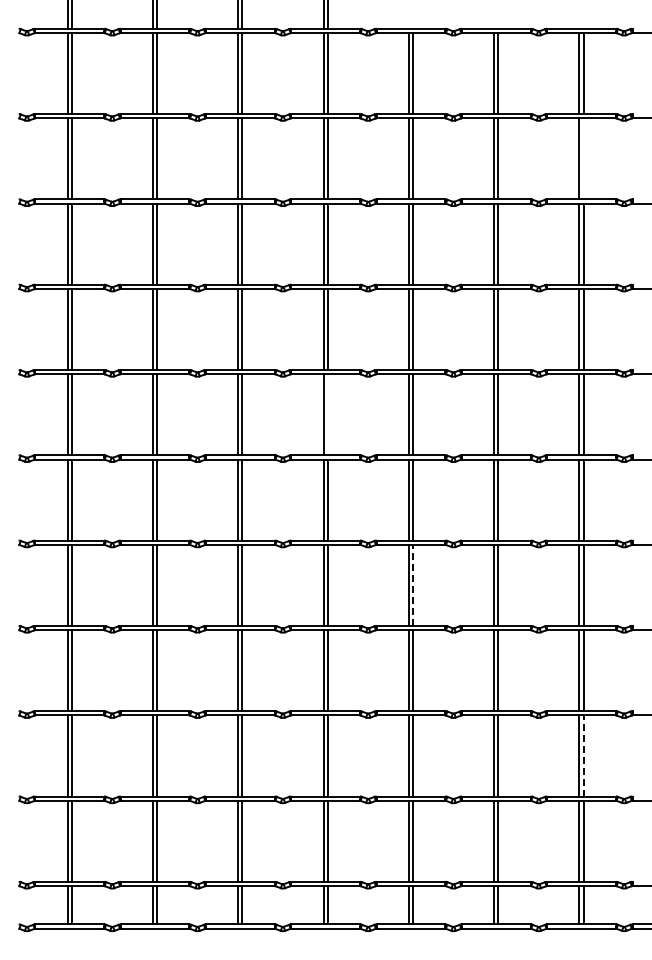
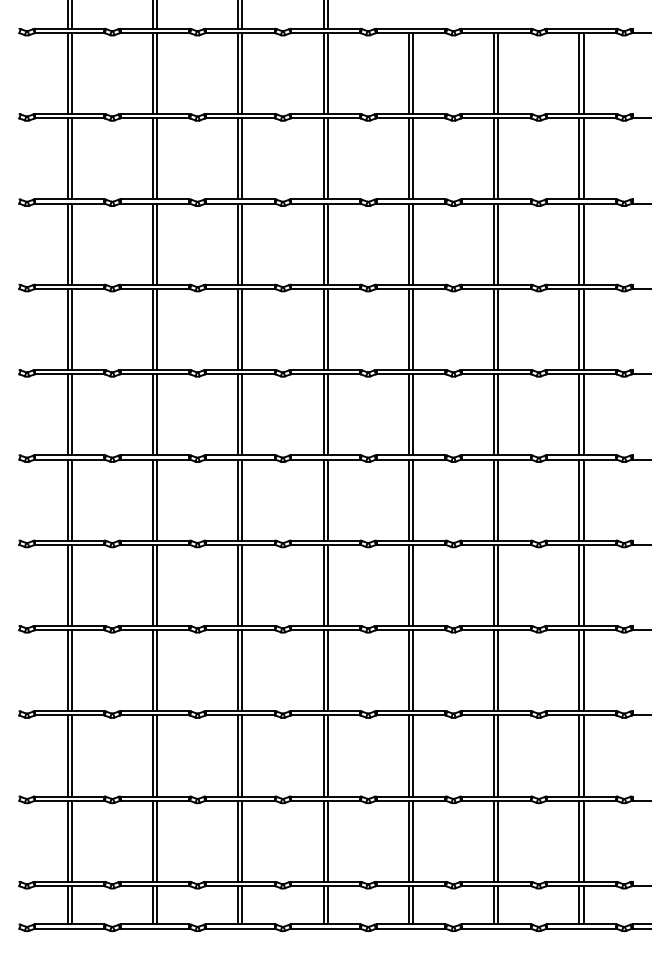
line at (583, 158): none -> present
line at (327, 414): none -> present
line at (413, 585): dashed -> solid
line at (583, 755): dashed -> solid
